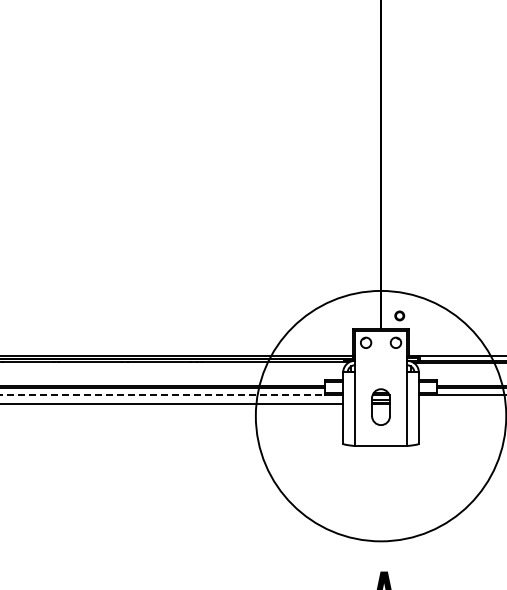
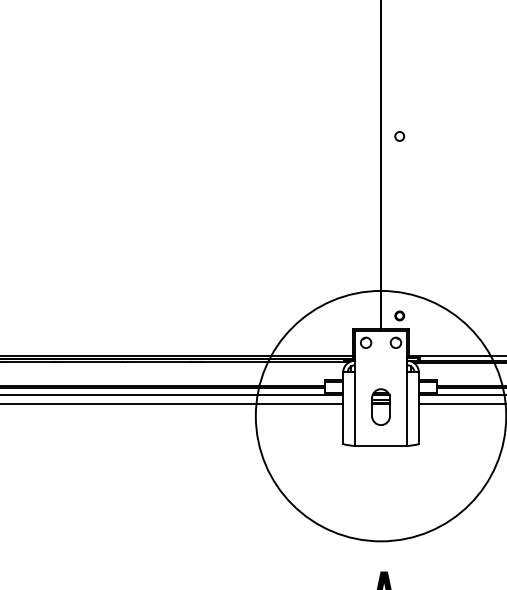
circle at (399, 136): none -> present
line at (163, 394): dashed -> solid
line at (460, 404): none -> present
